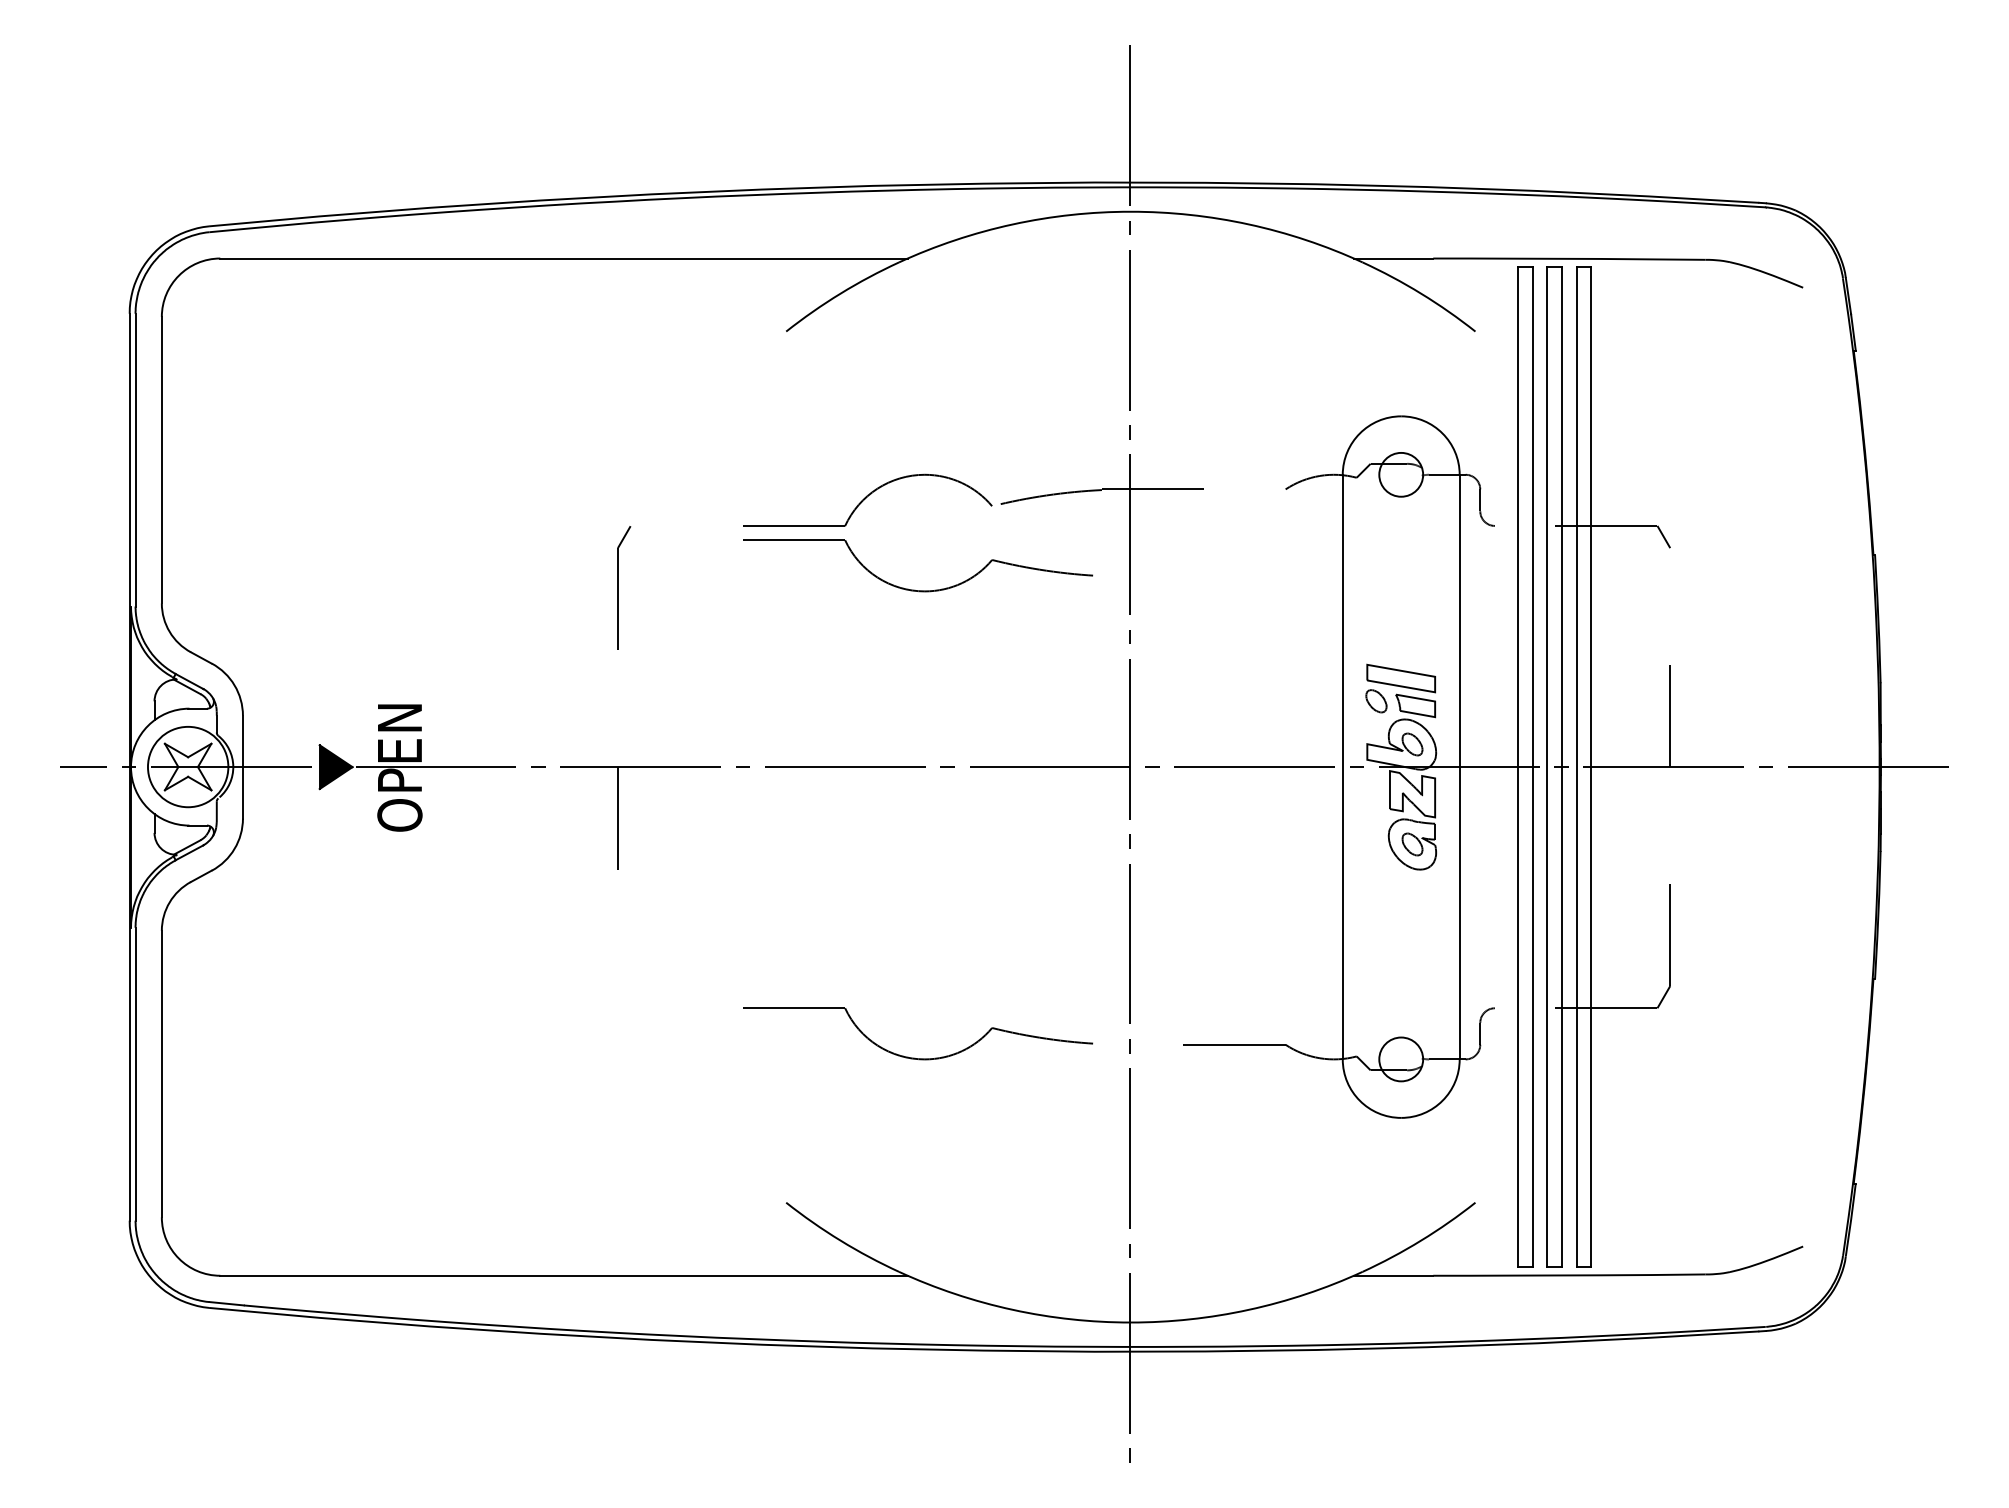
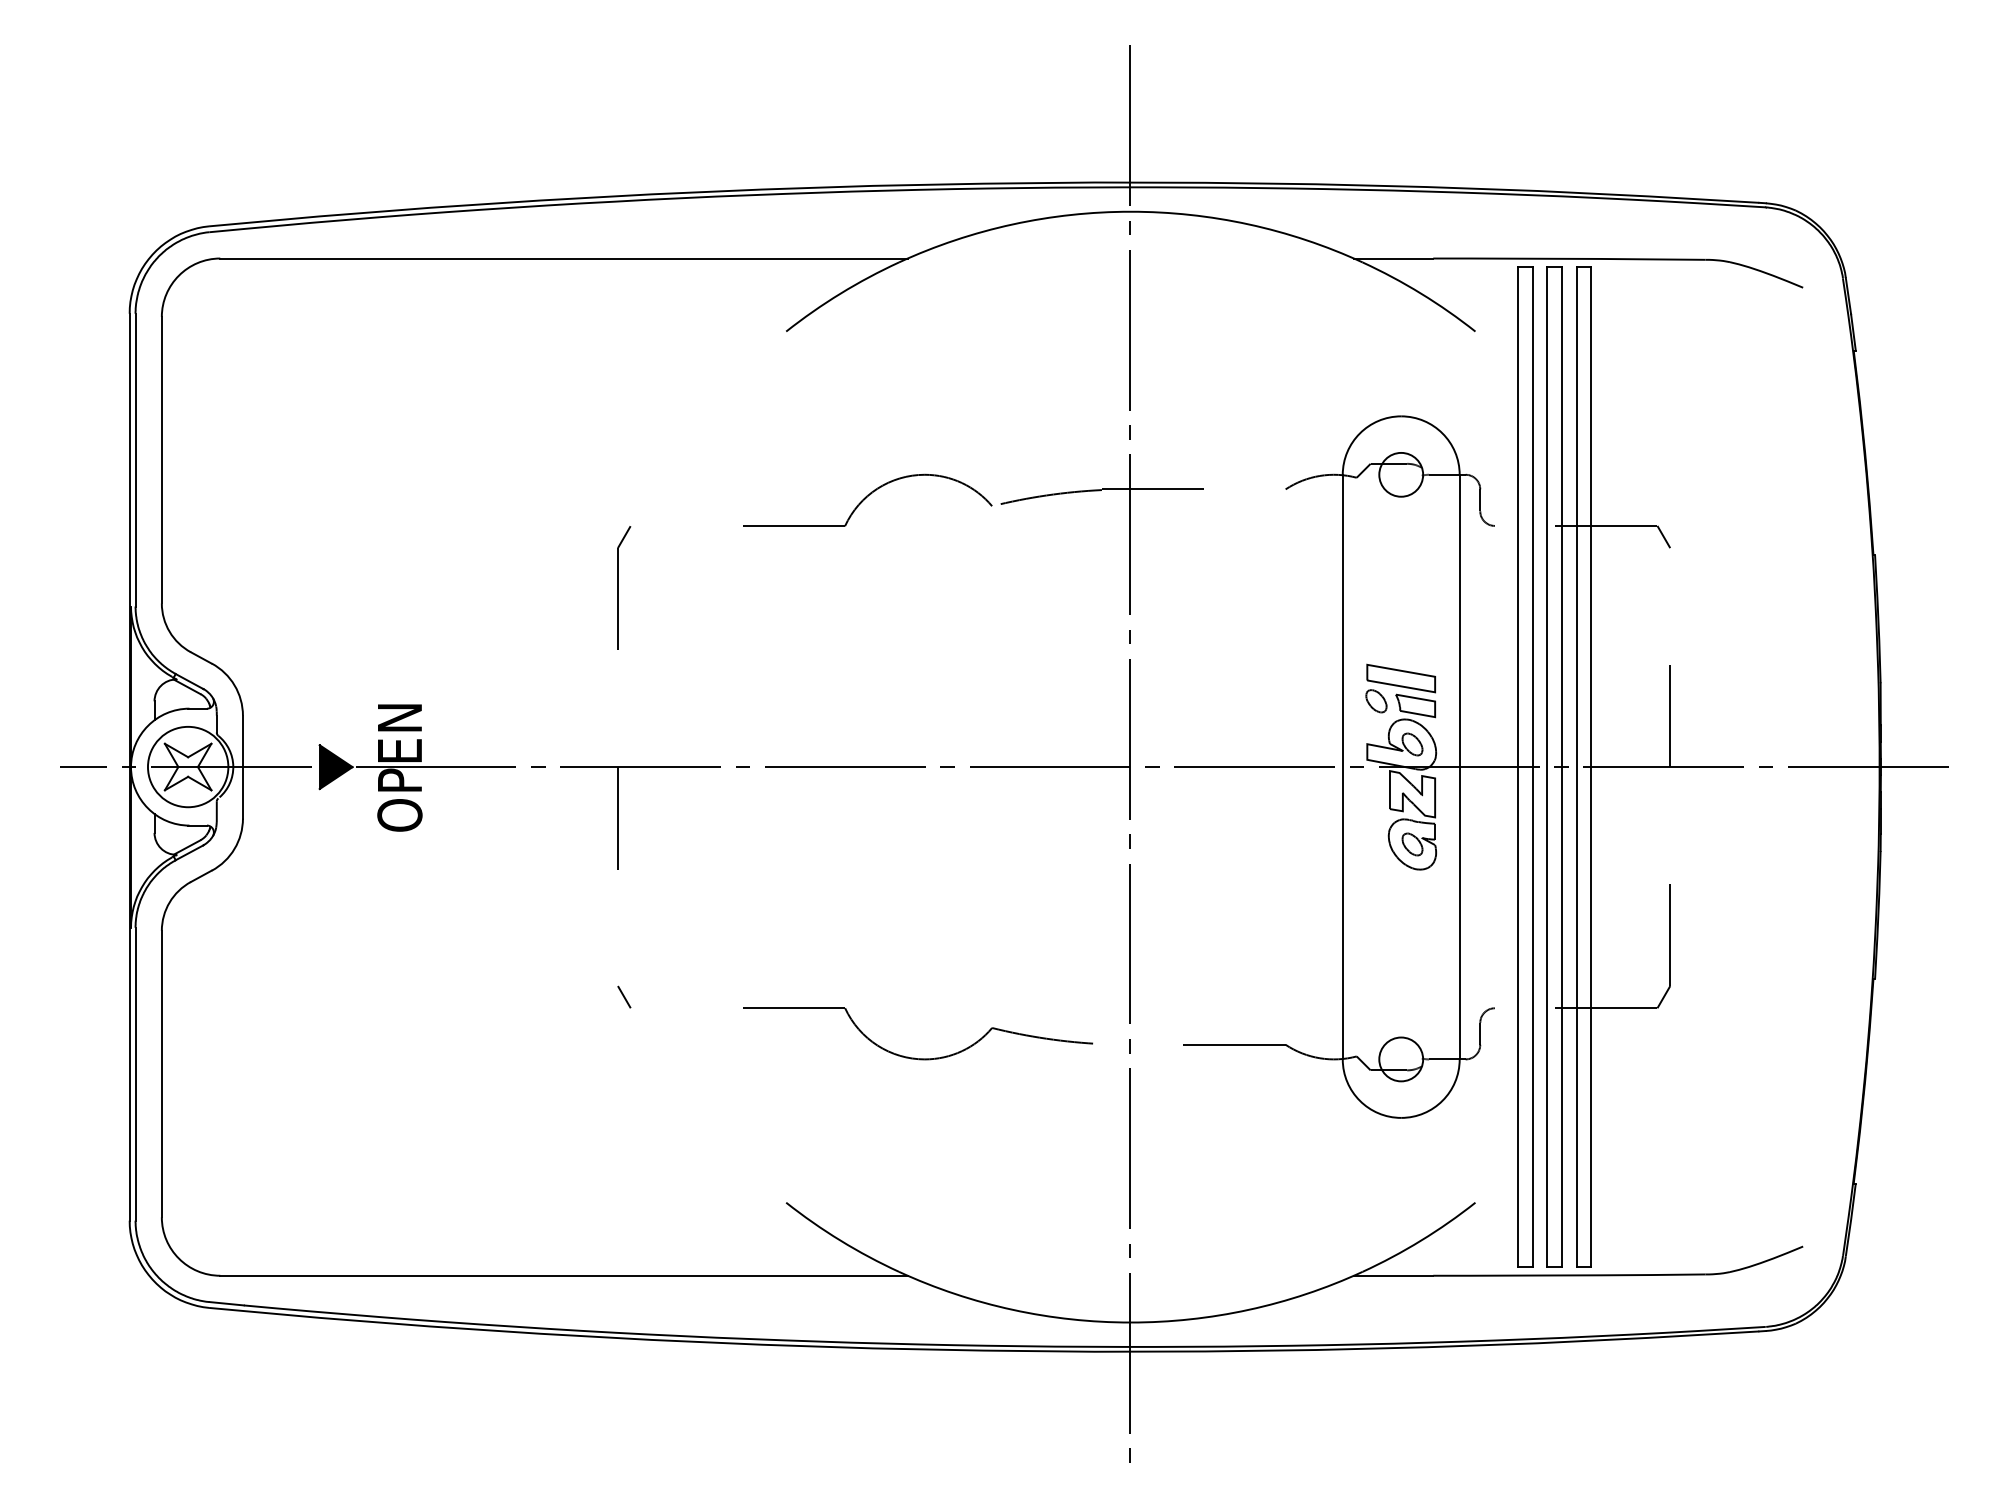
part at (914, 589): present -> none
line at (623, 997): none -> present
